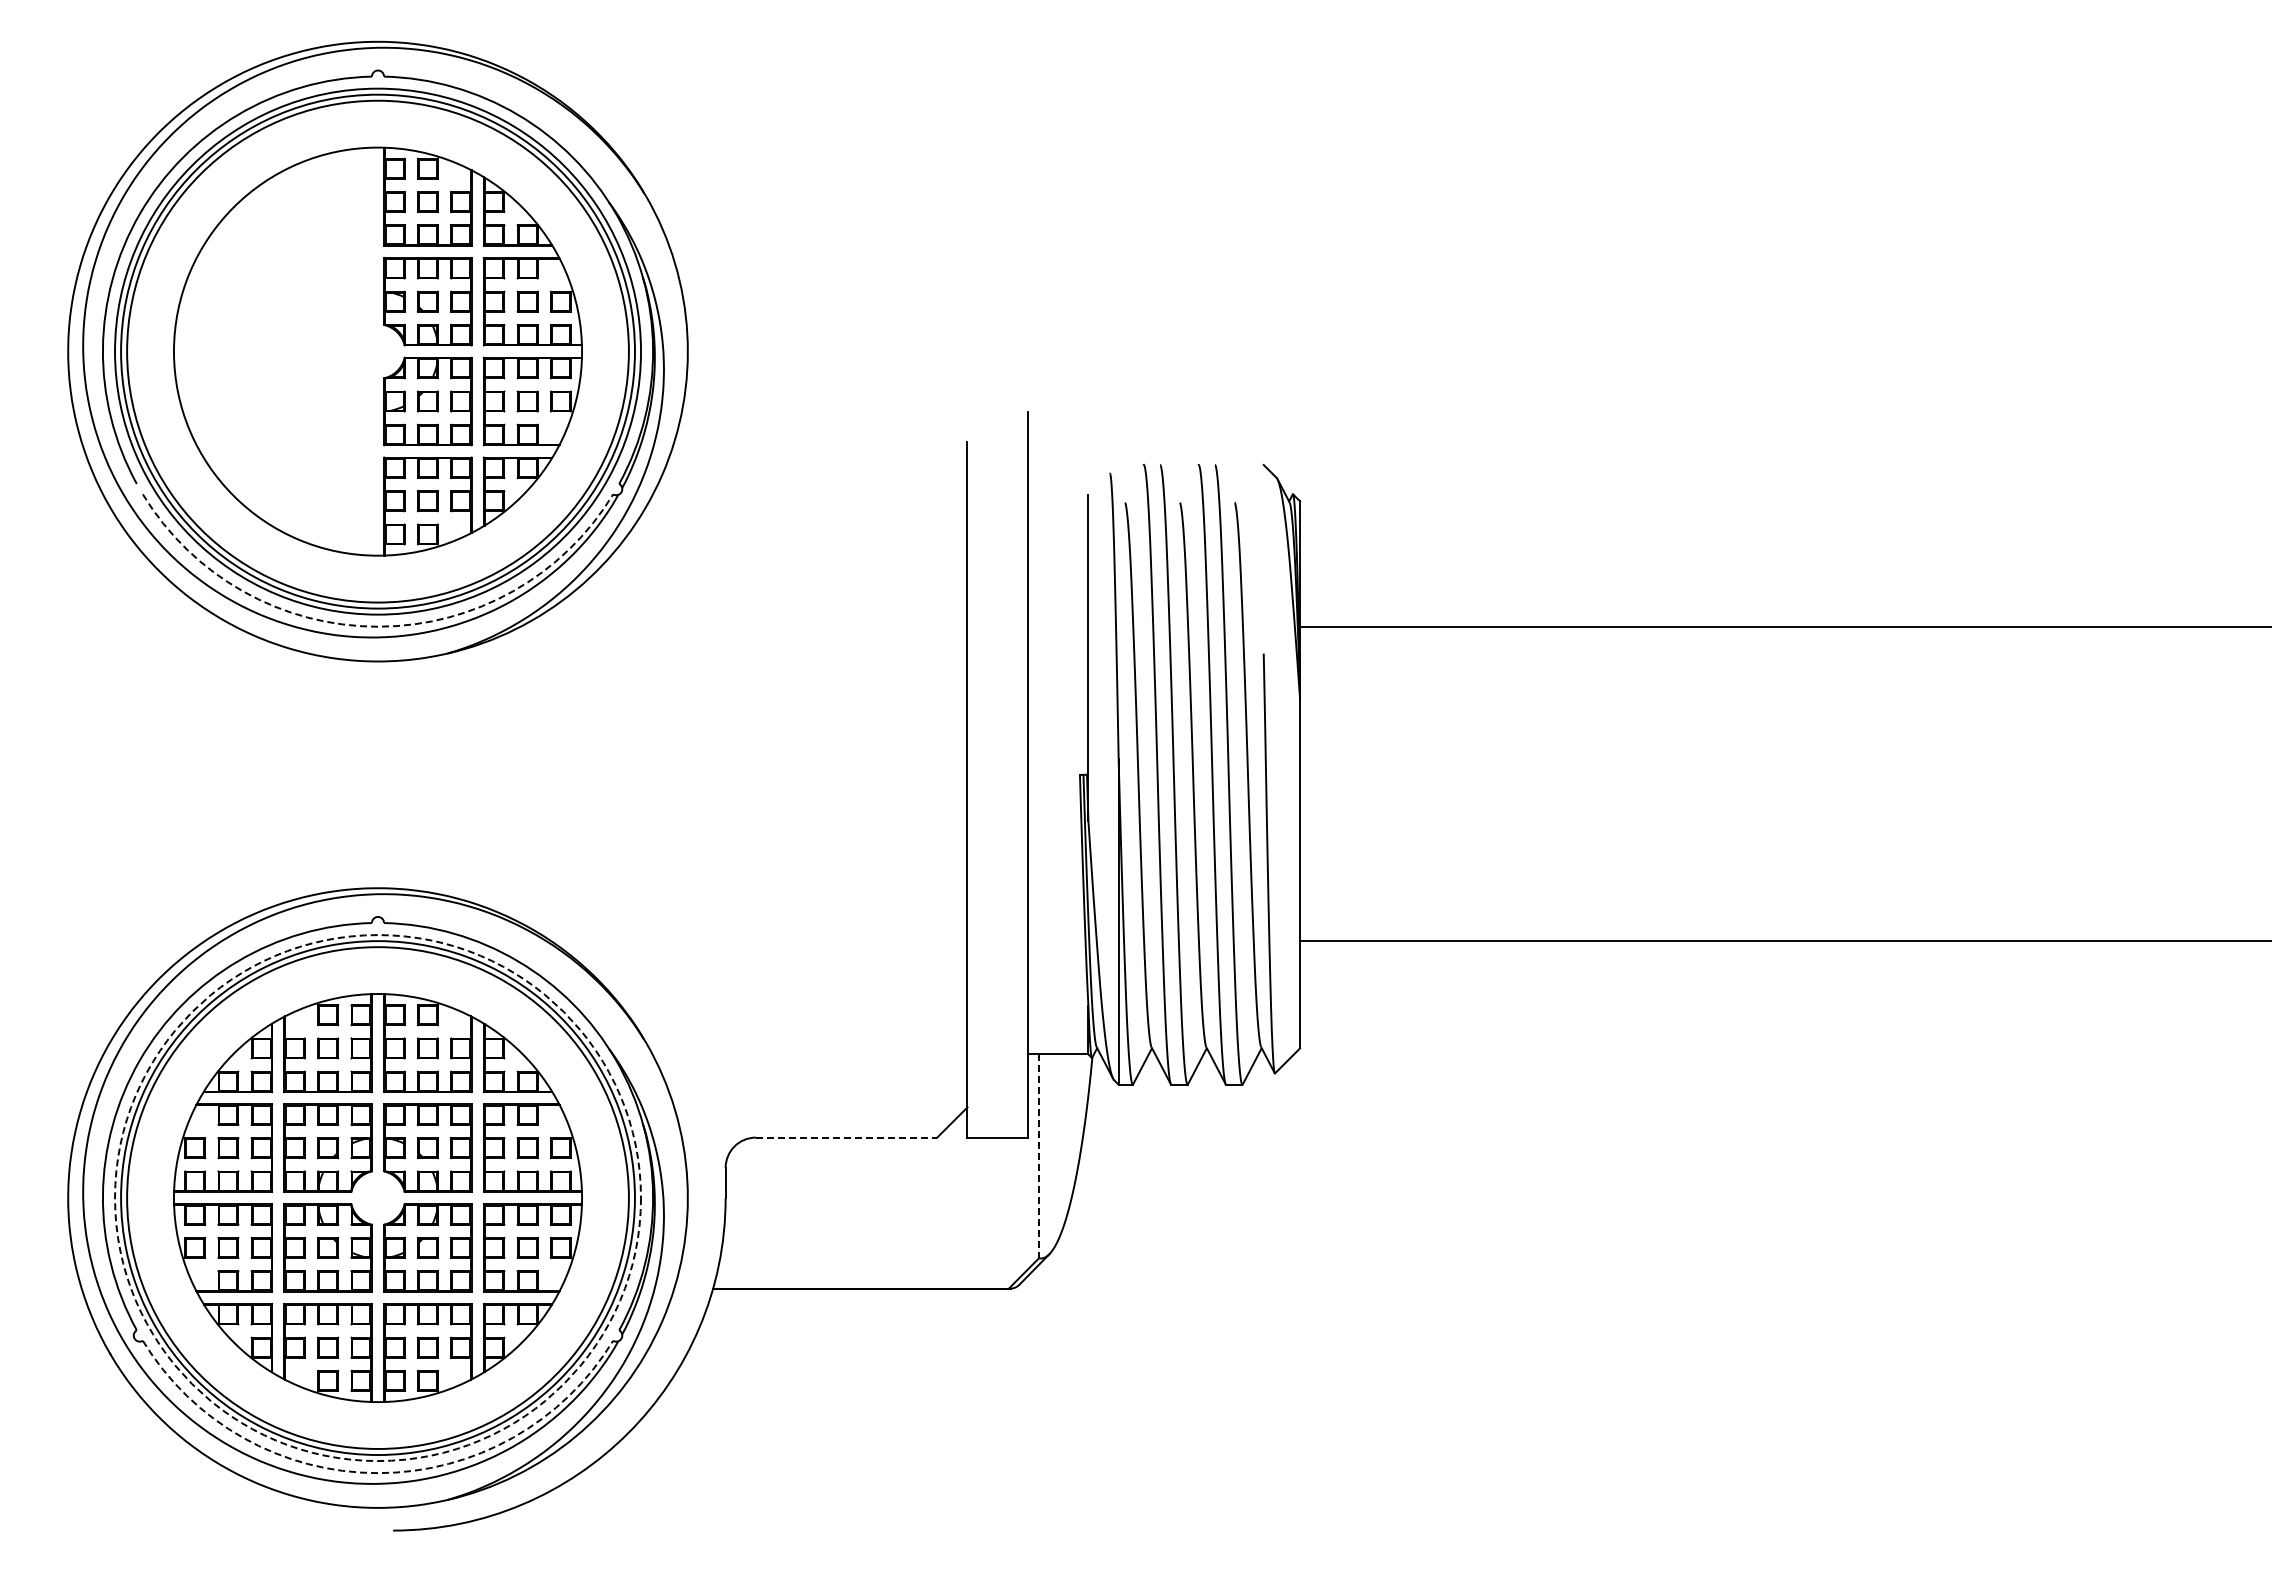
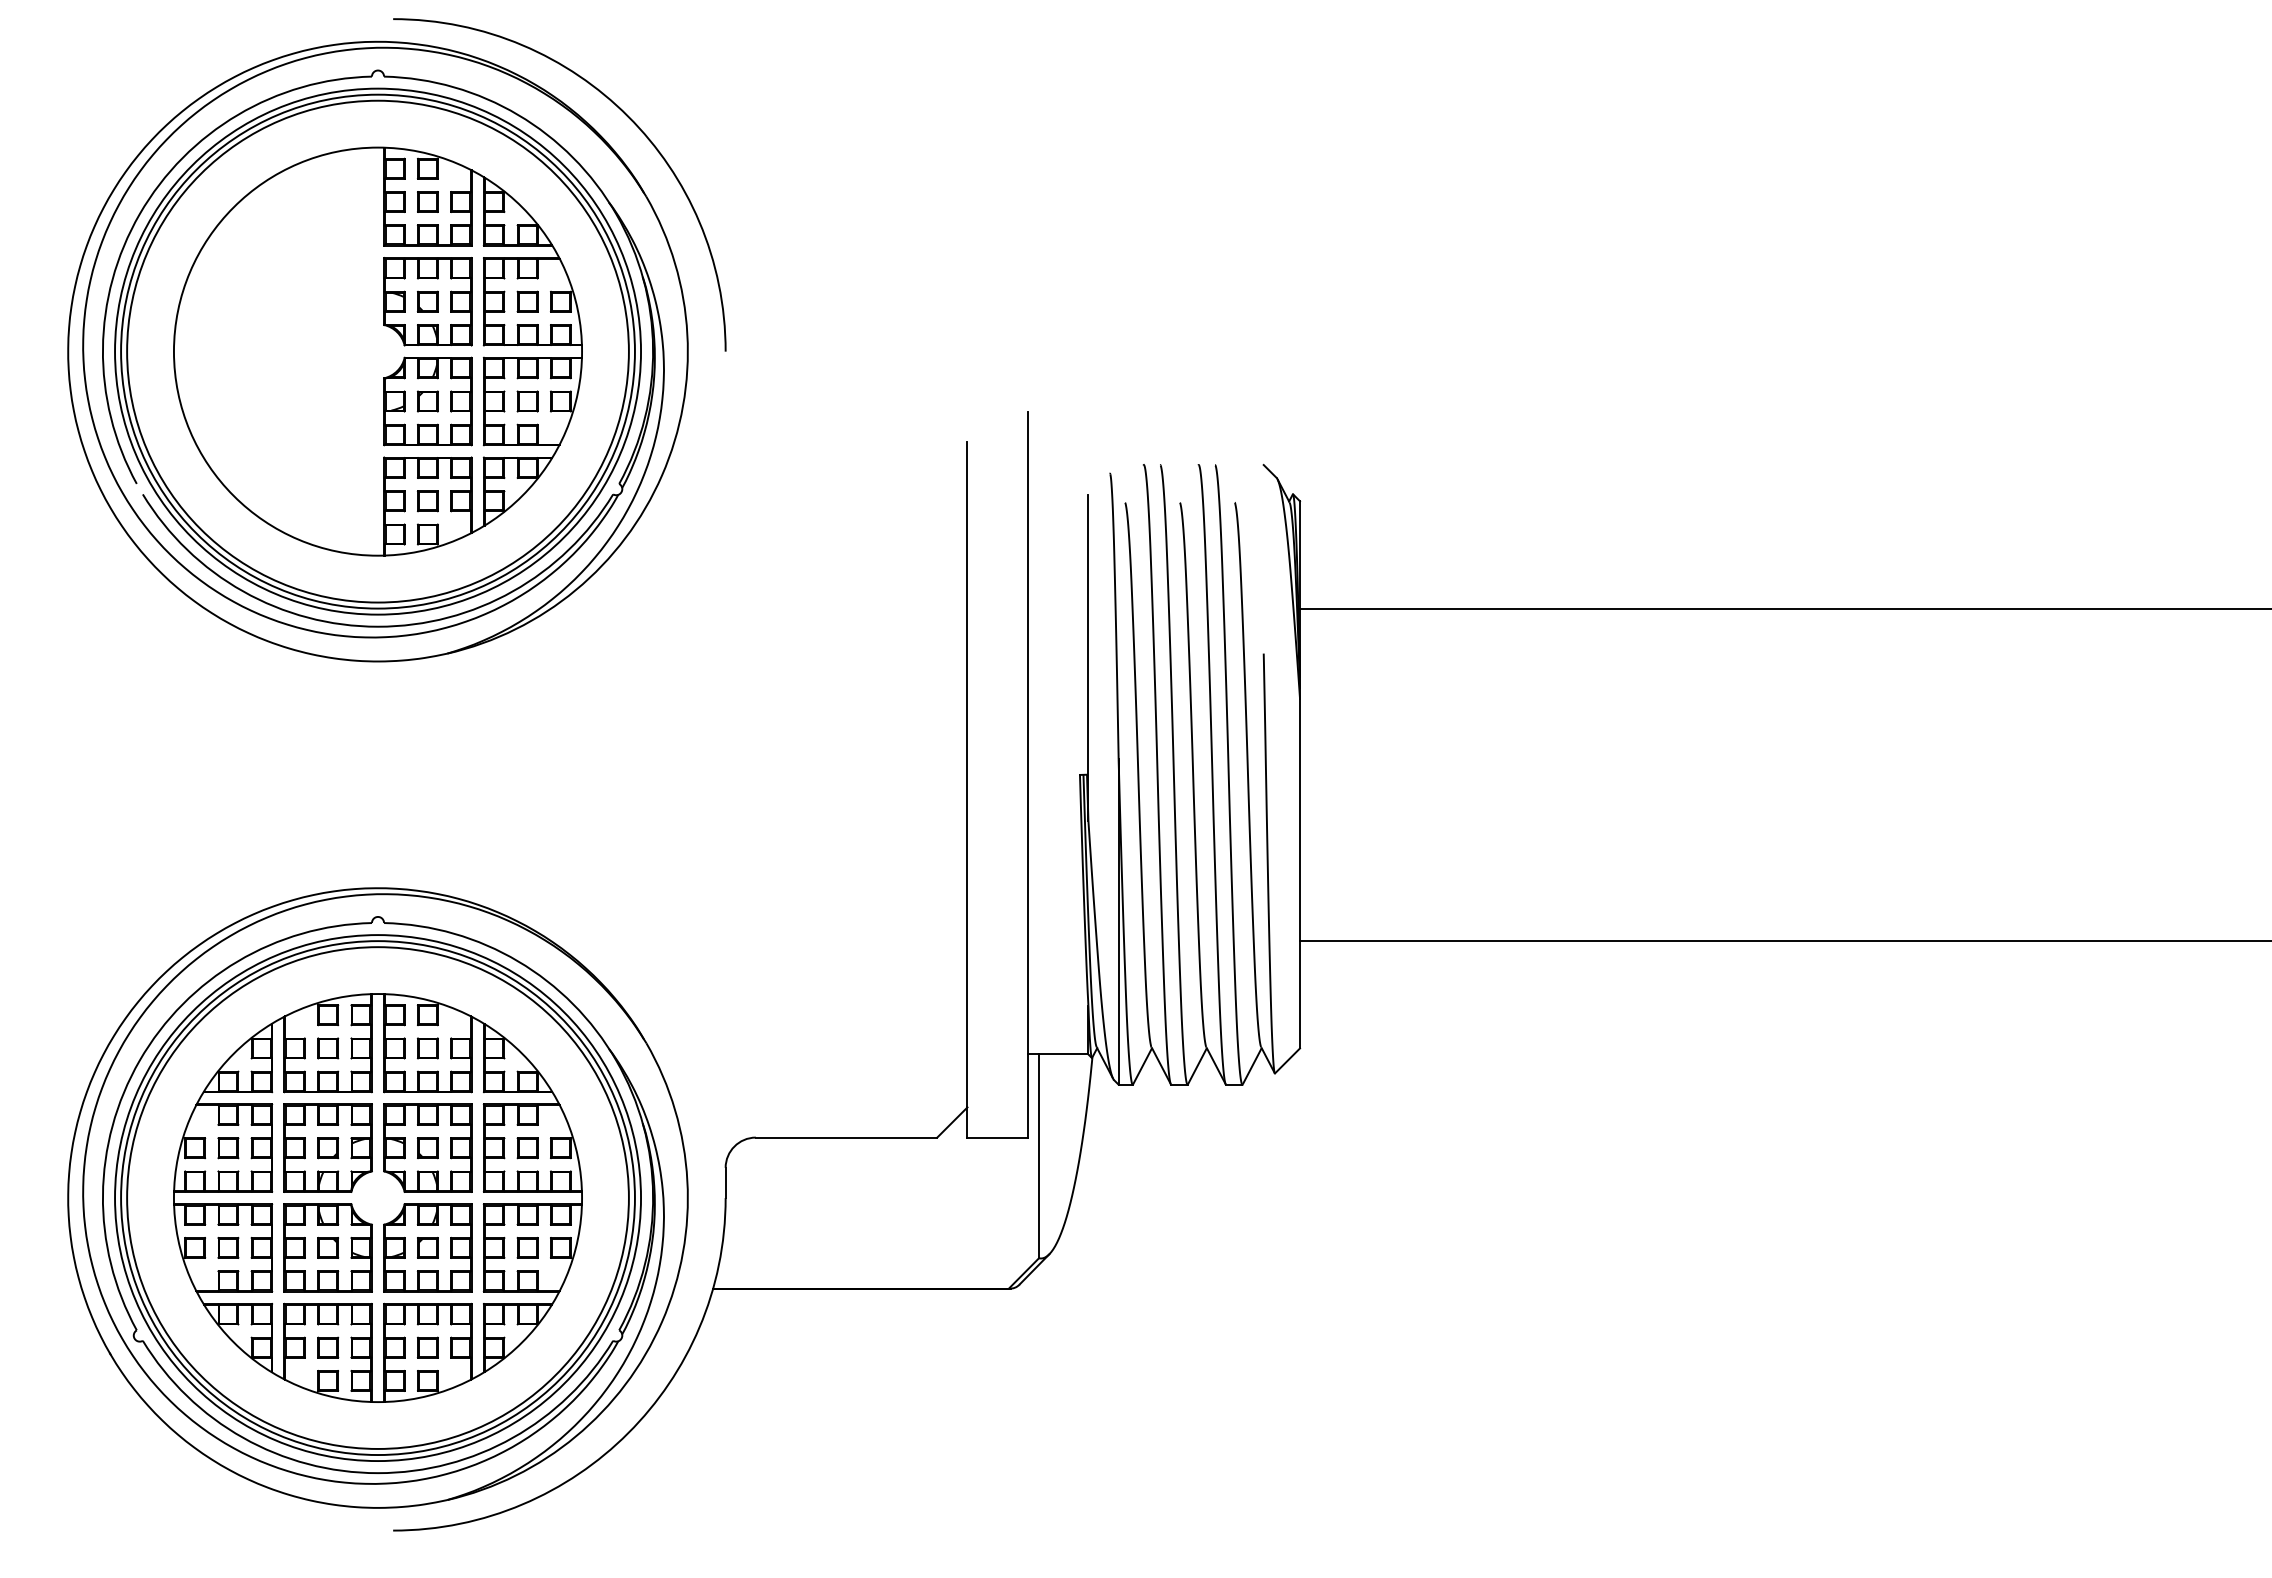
arc at (626, 116): none -> present
arc at (378, 626): dashed -> solid
line at (1784, 626) position: (1784, 626) -> (1784, 608)
line at (846, 1137): dashed -> solid
line at (1038, 1156): dashed -> solid
circle at (378, 1198): dashed -> solid
arc at (378, 1473): dashed -> solid
